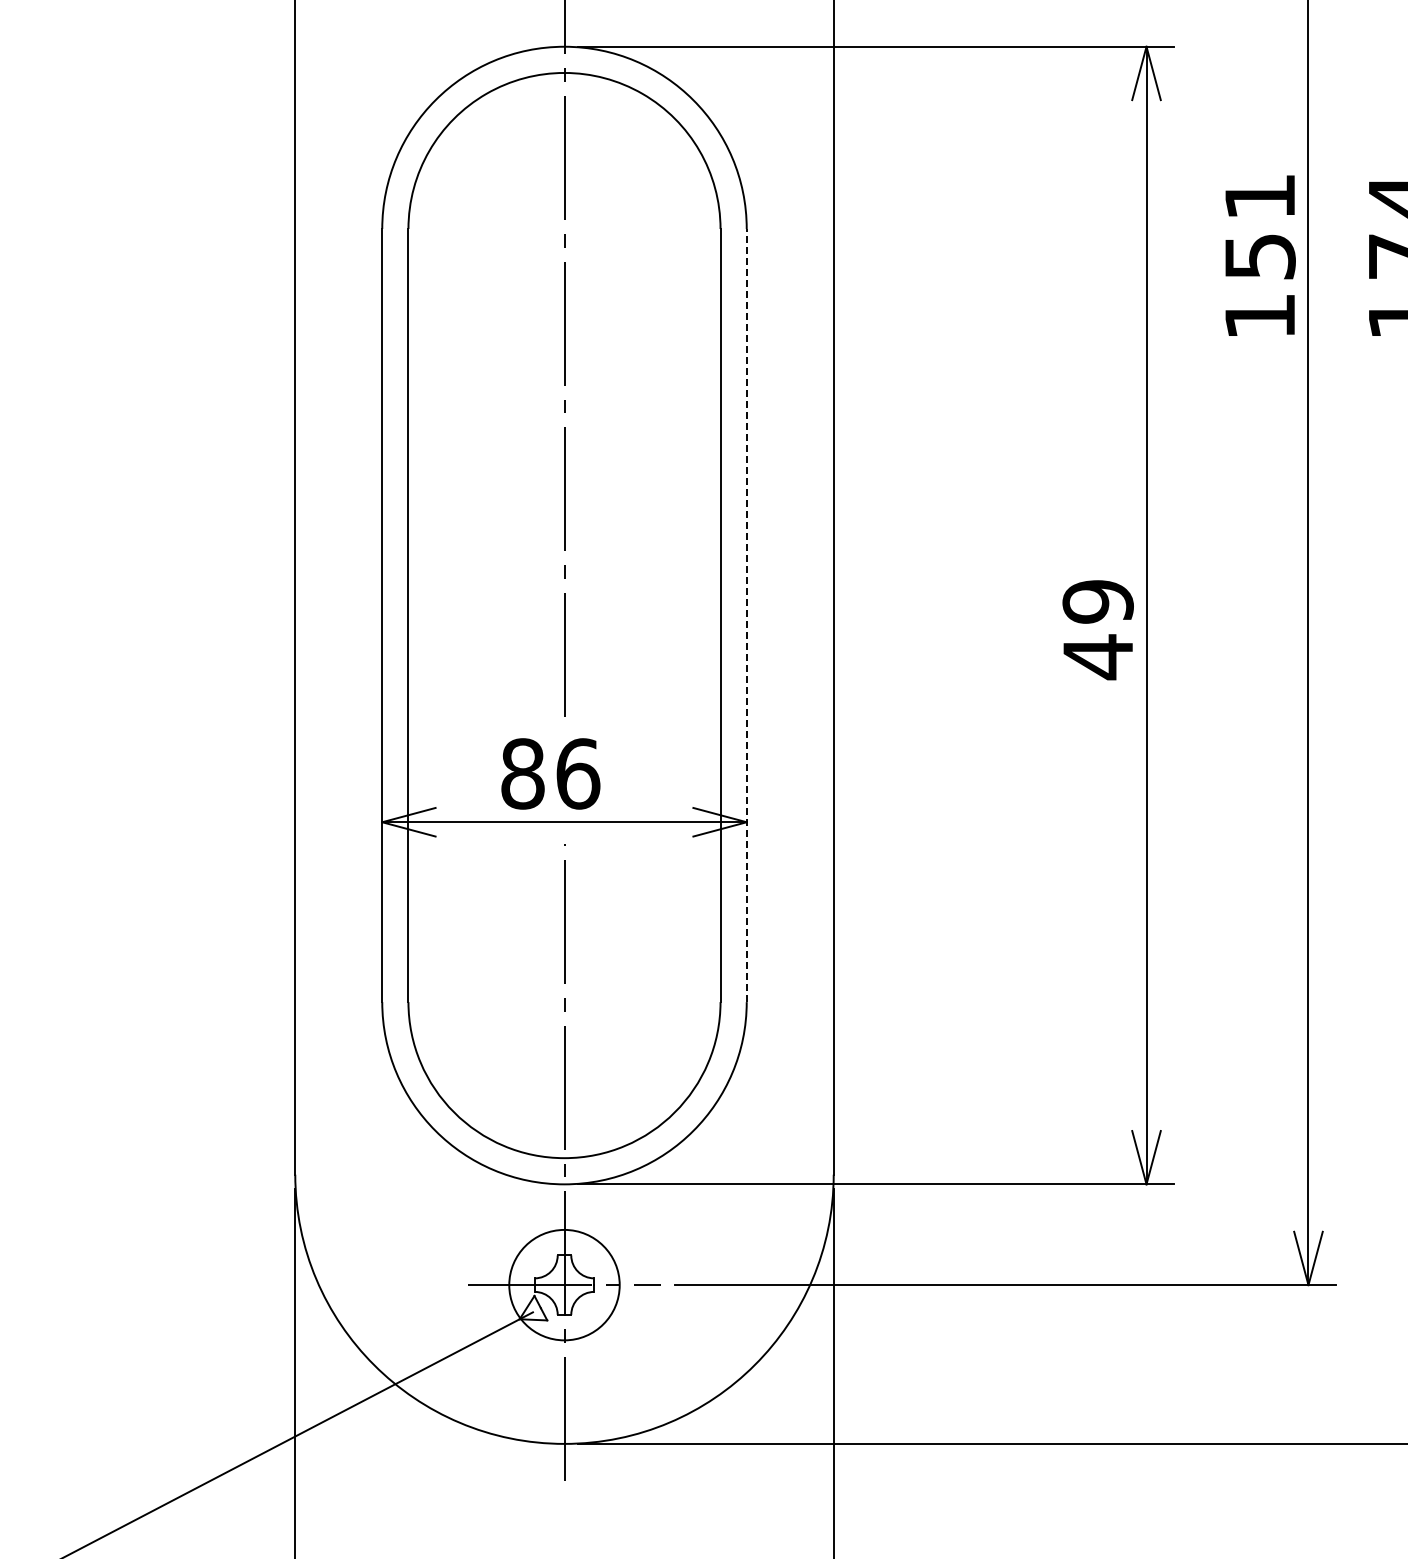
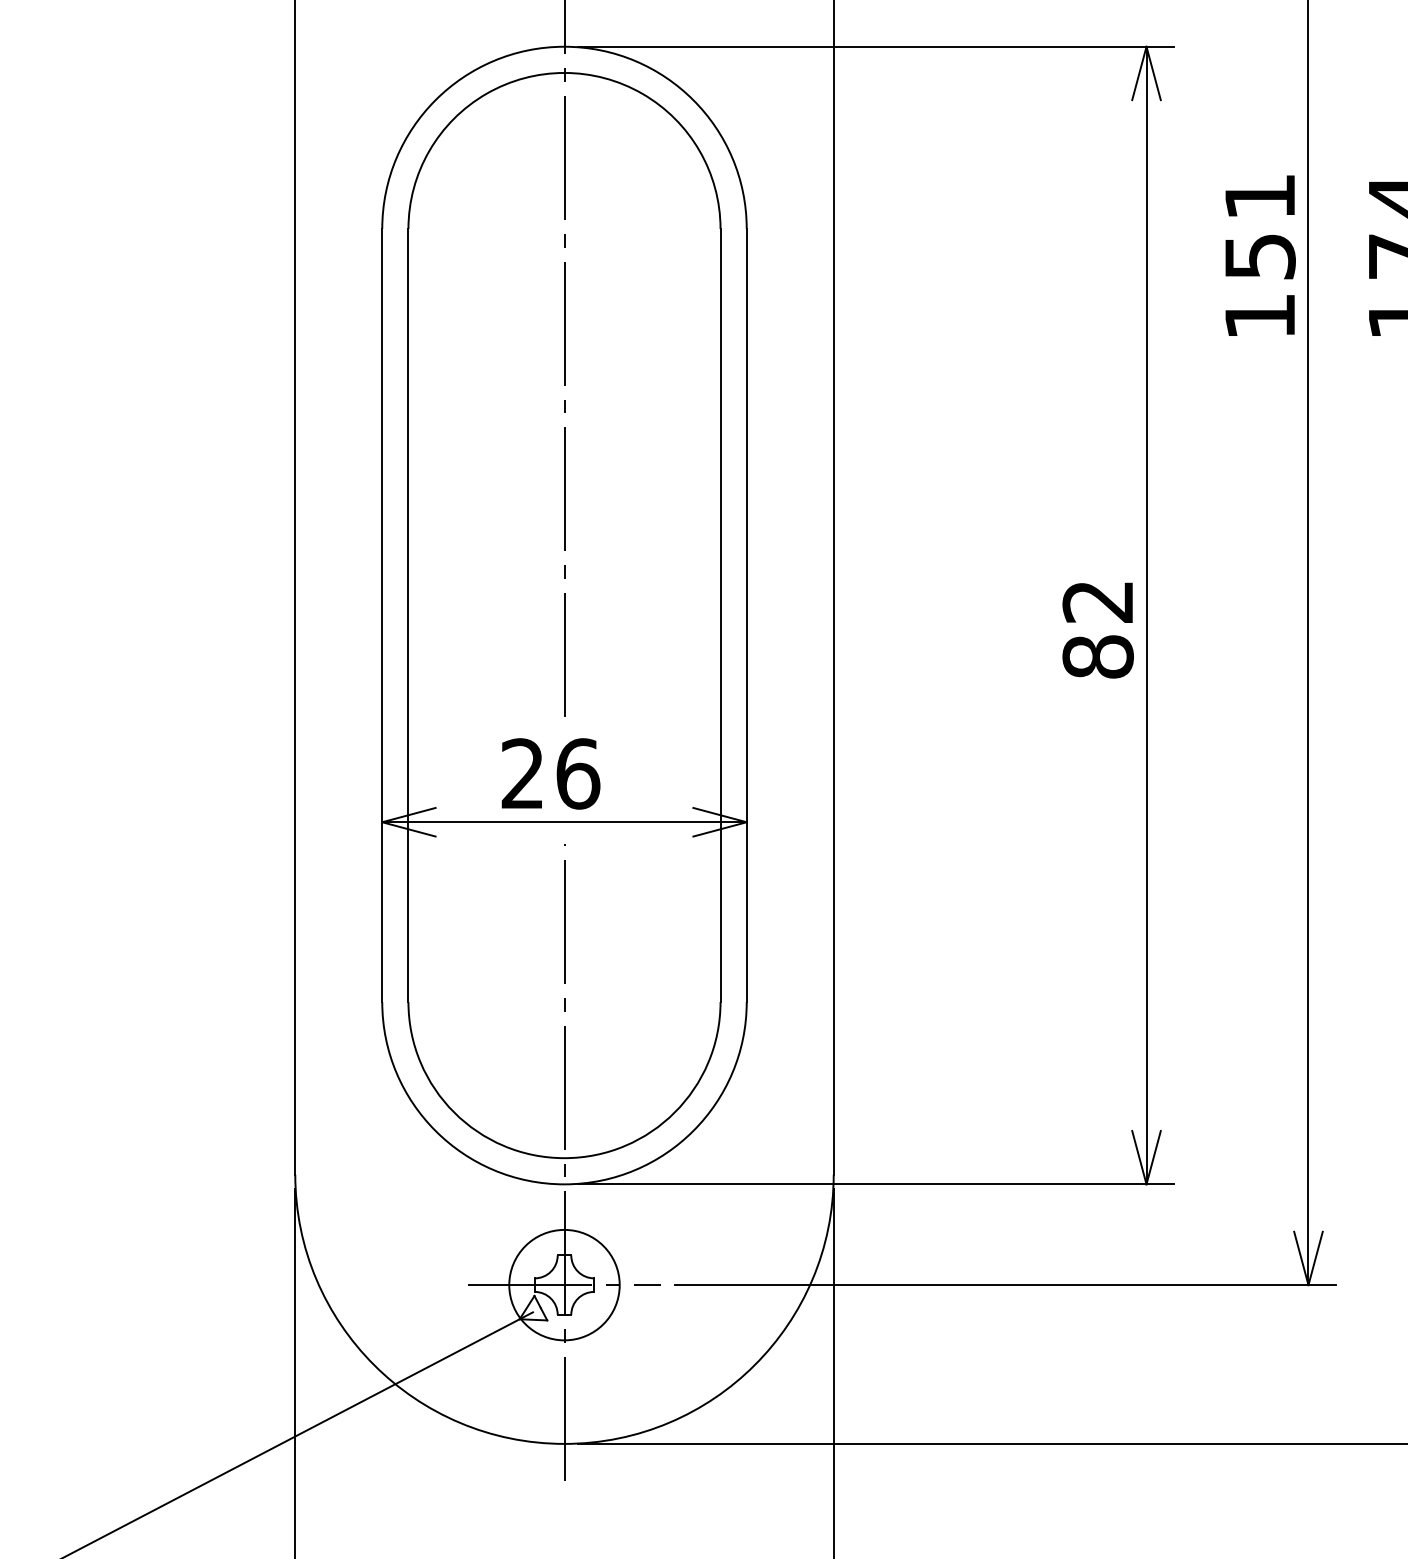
line at (746, 615): dashed -> solid
text at (1097, 630): 49 -> 82
text at (522, 773): 86 -> 26
